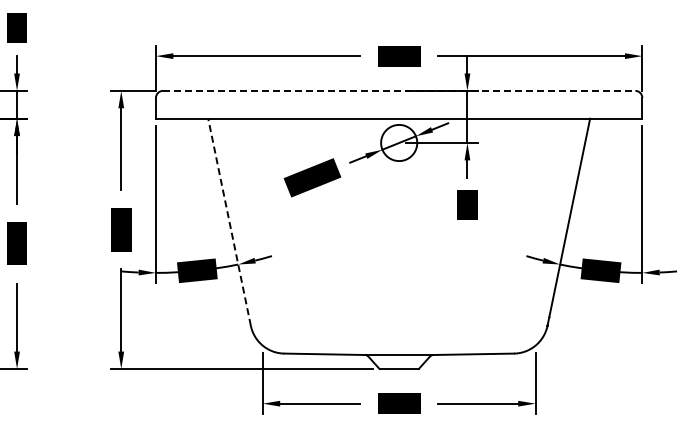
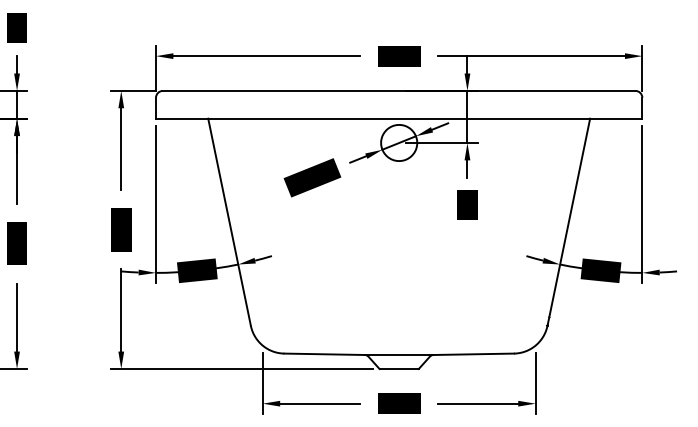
line at (399, 90): dashed -> solid
line at (229, 222): dashed -> solid
